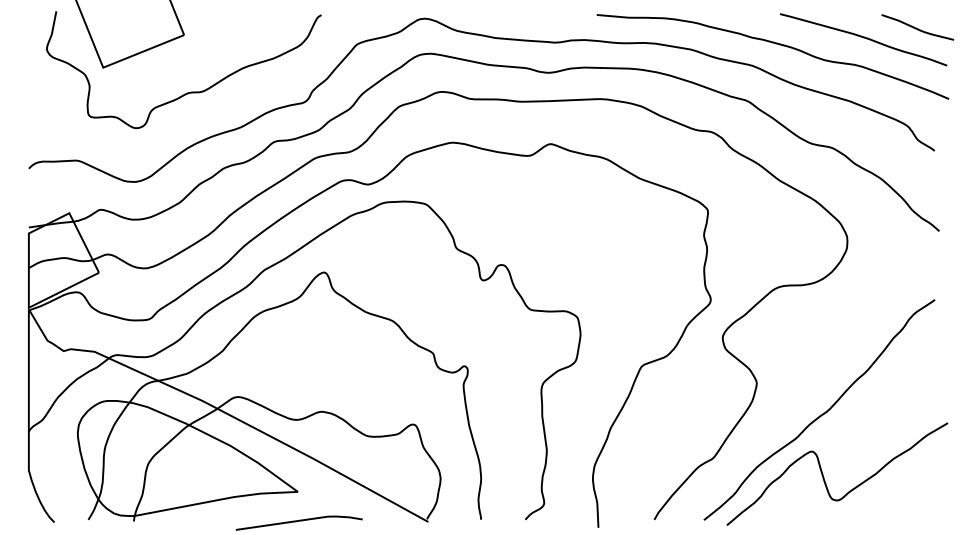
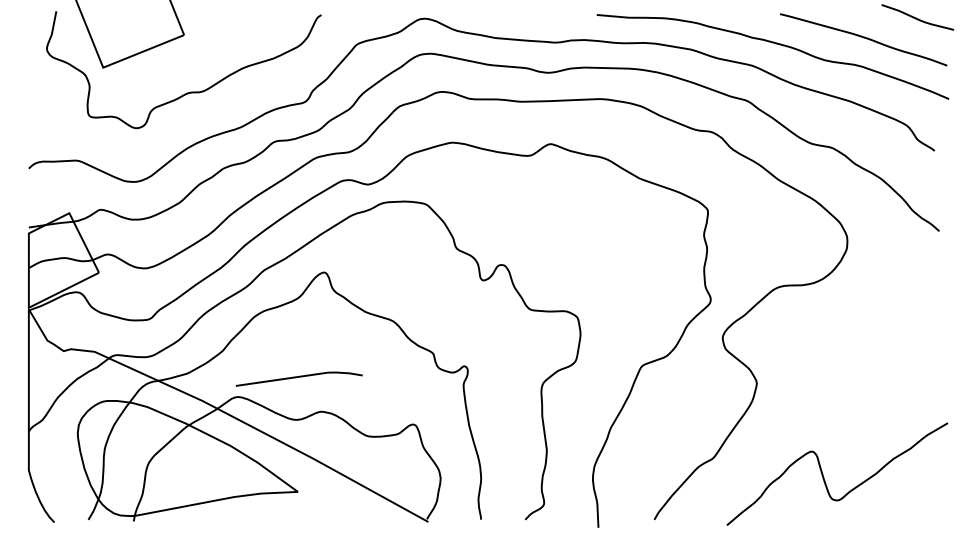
curve at (916, 27) position: (916, 27) -> (916, 17)
curve at (823, 412): present -> none
line at (298, 521) position: (298, 521) -> (298, 377)
